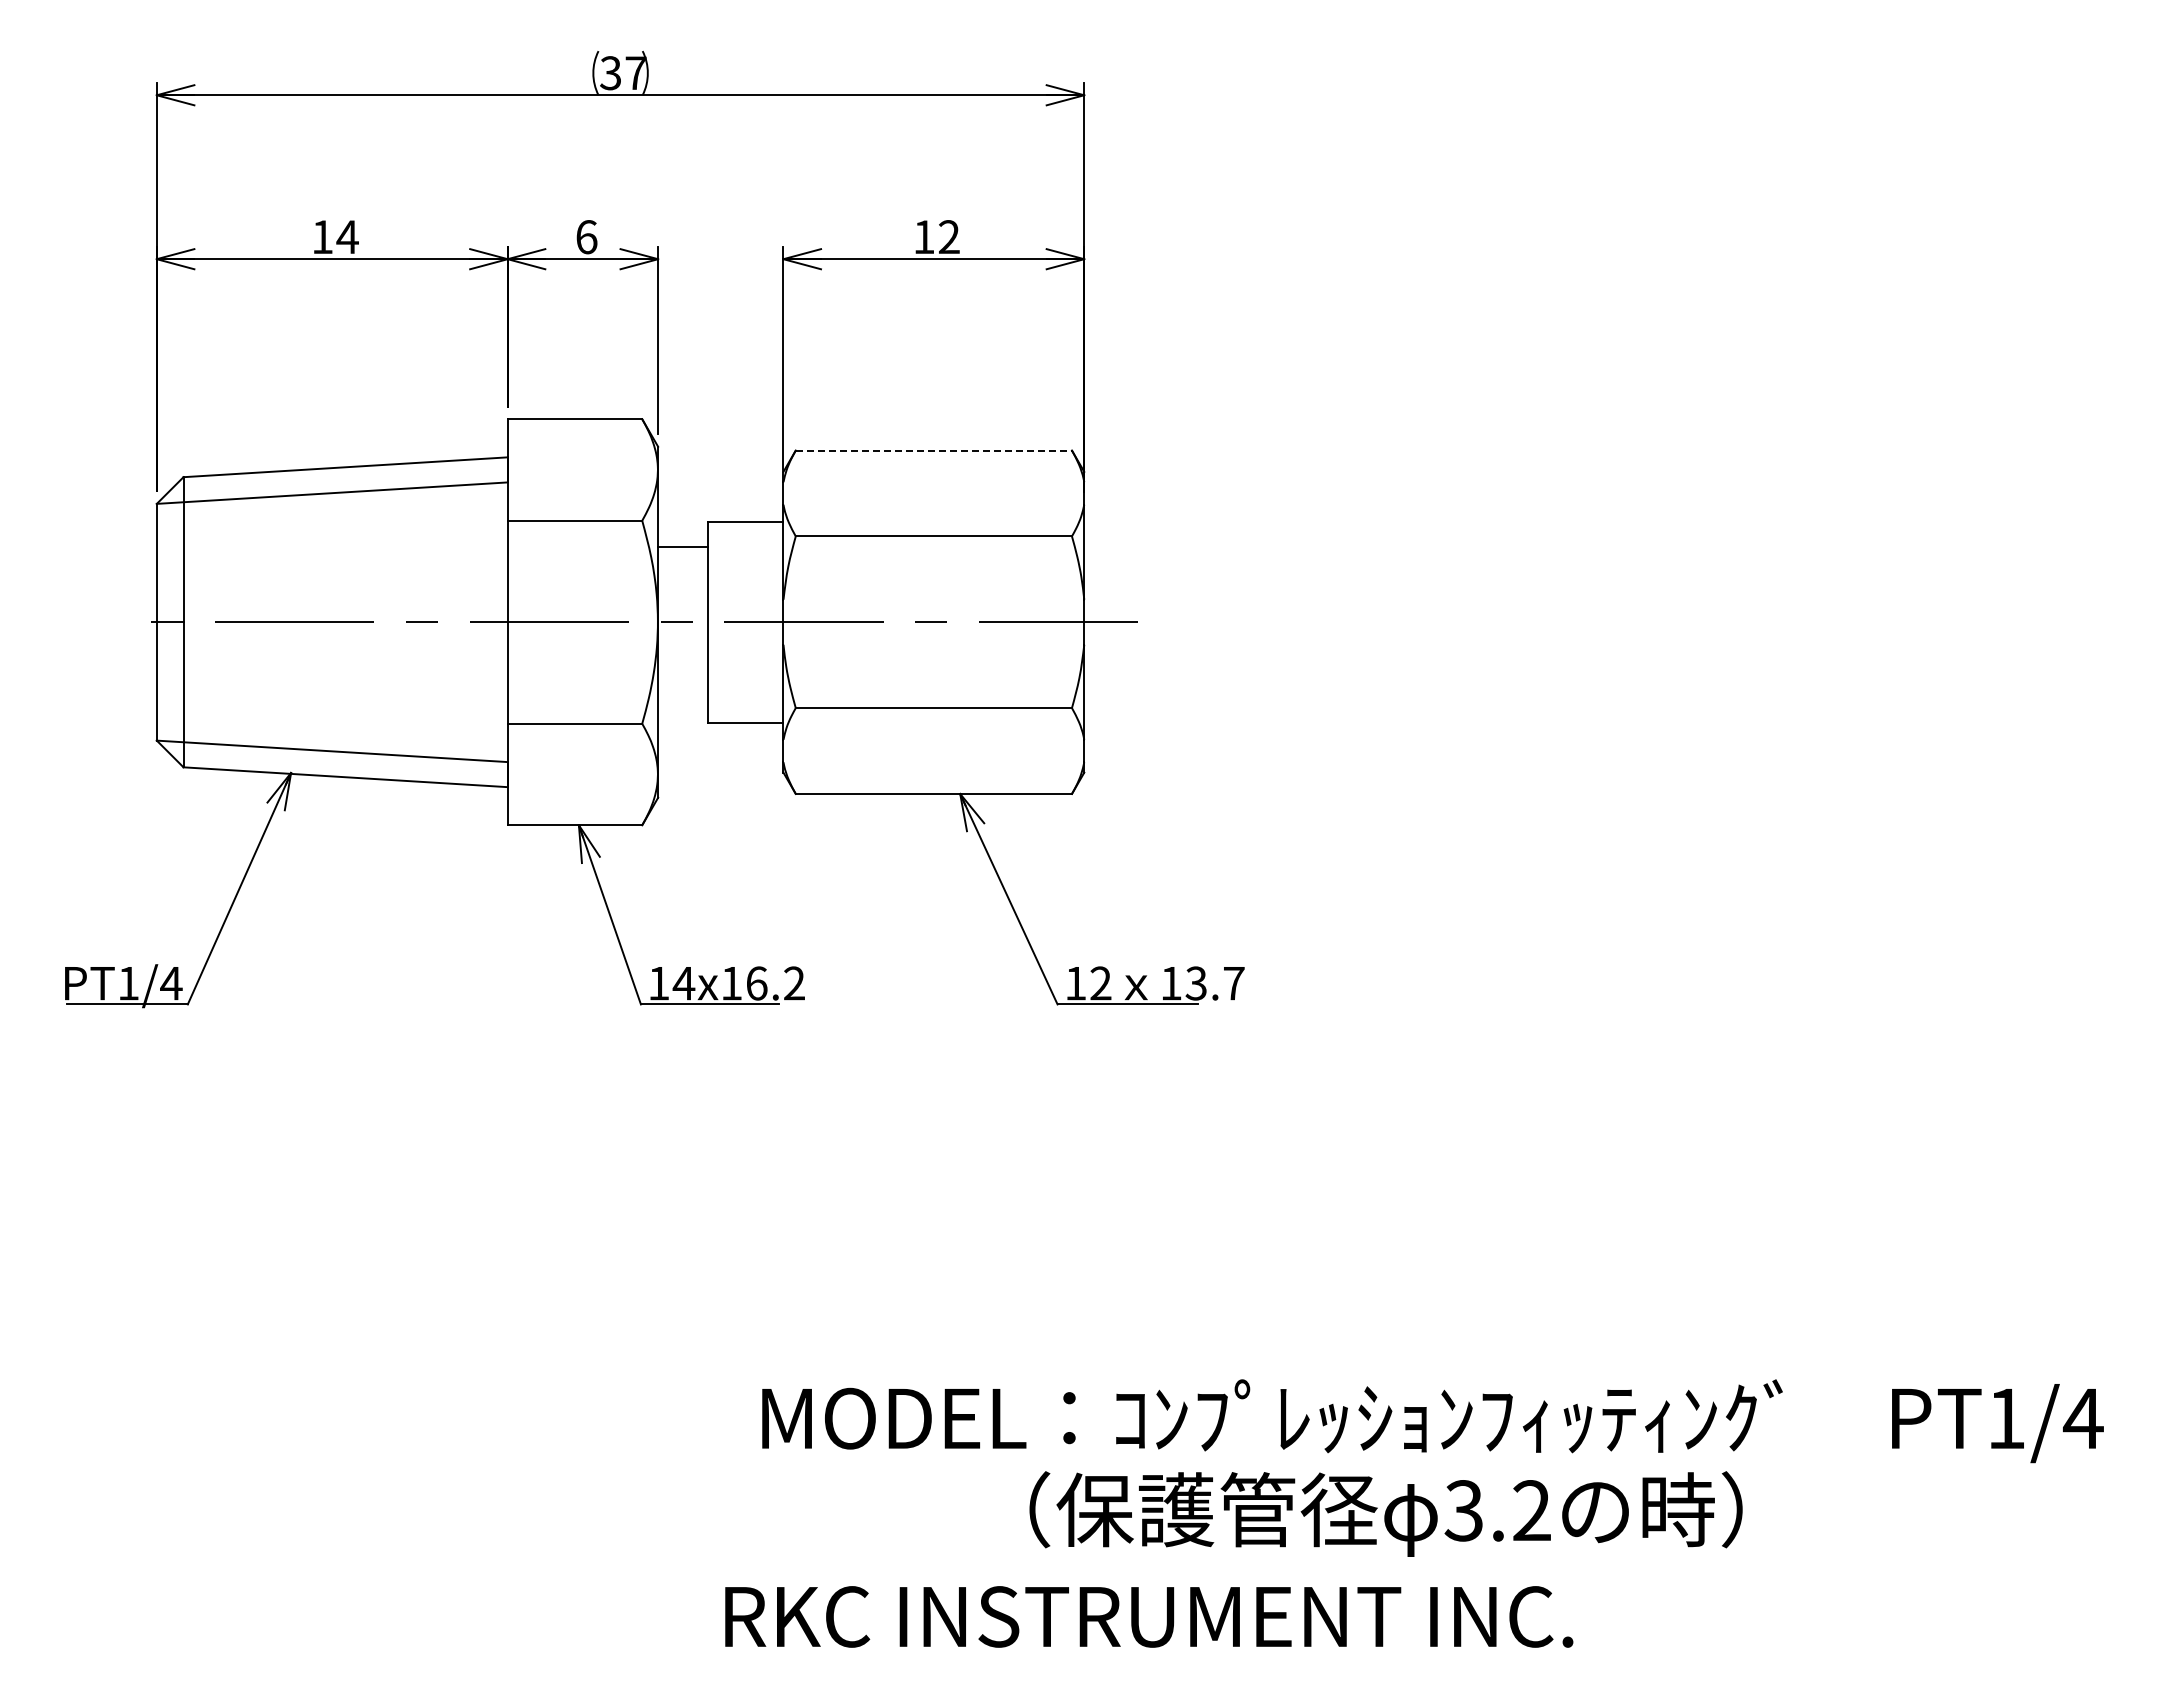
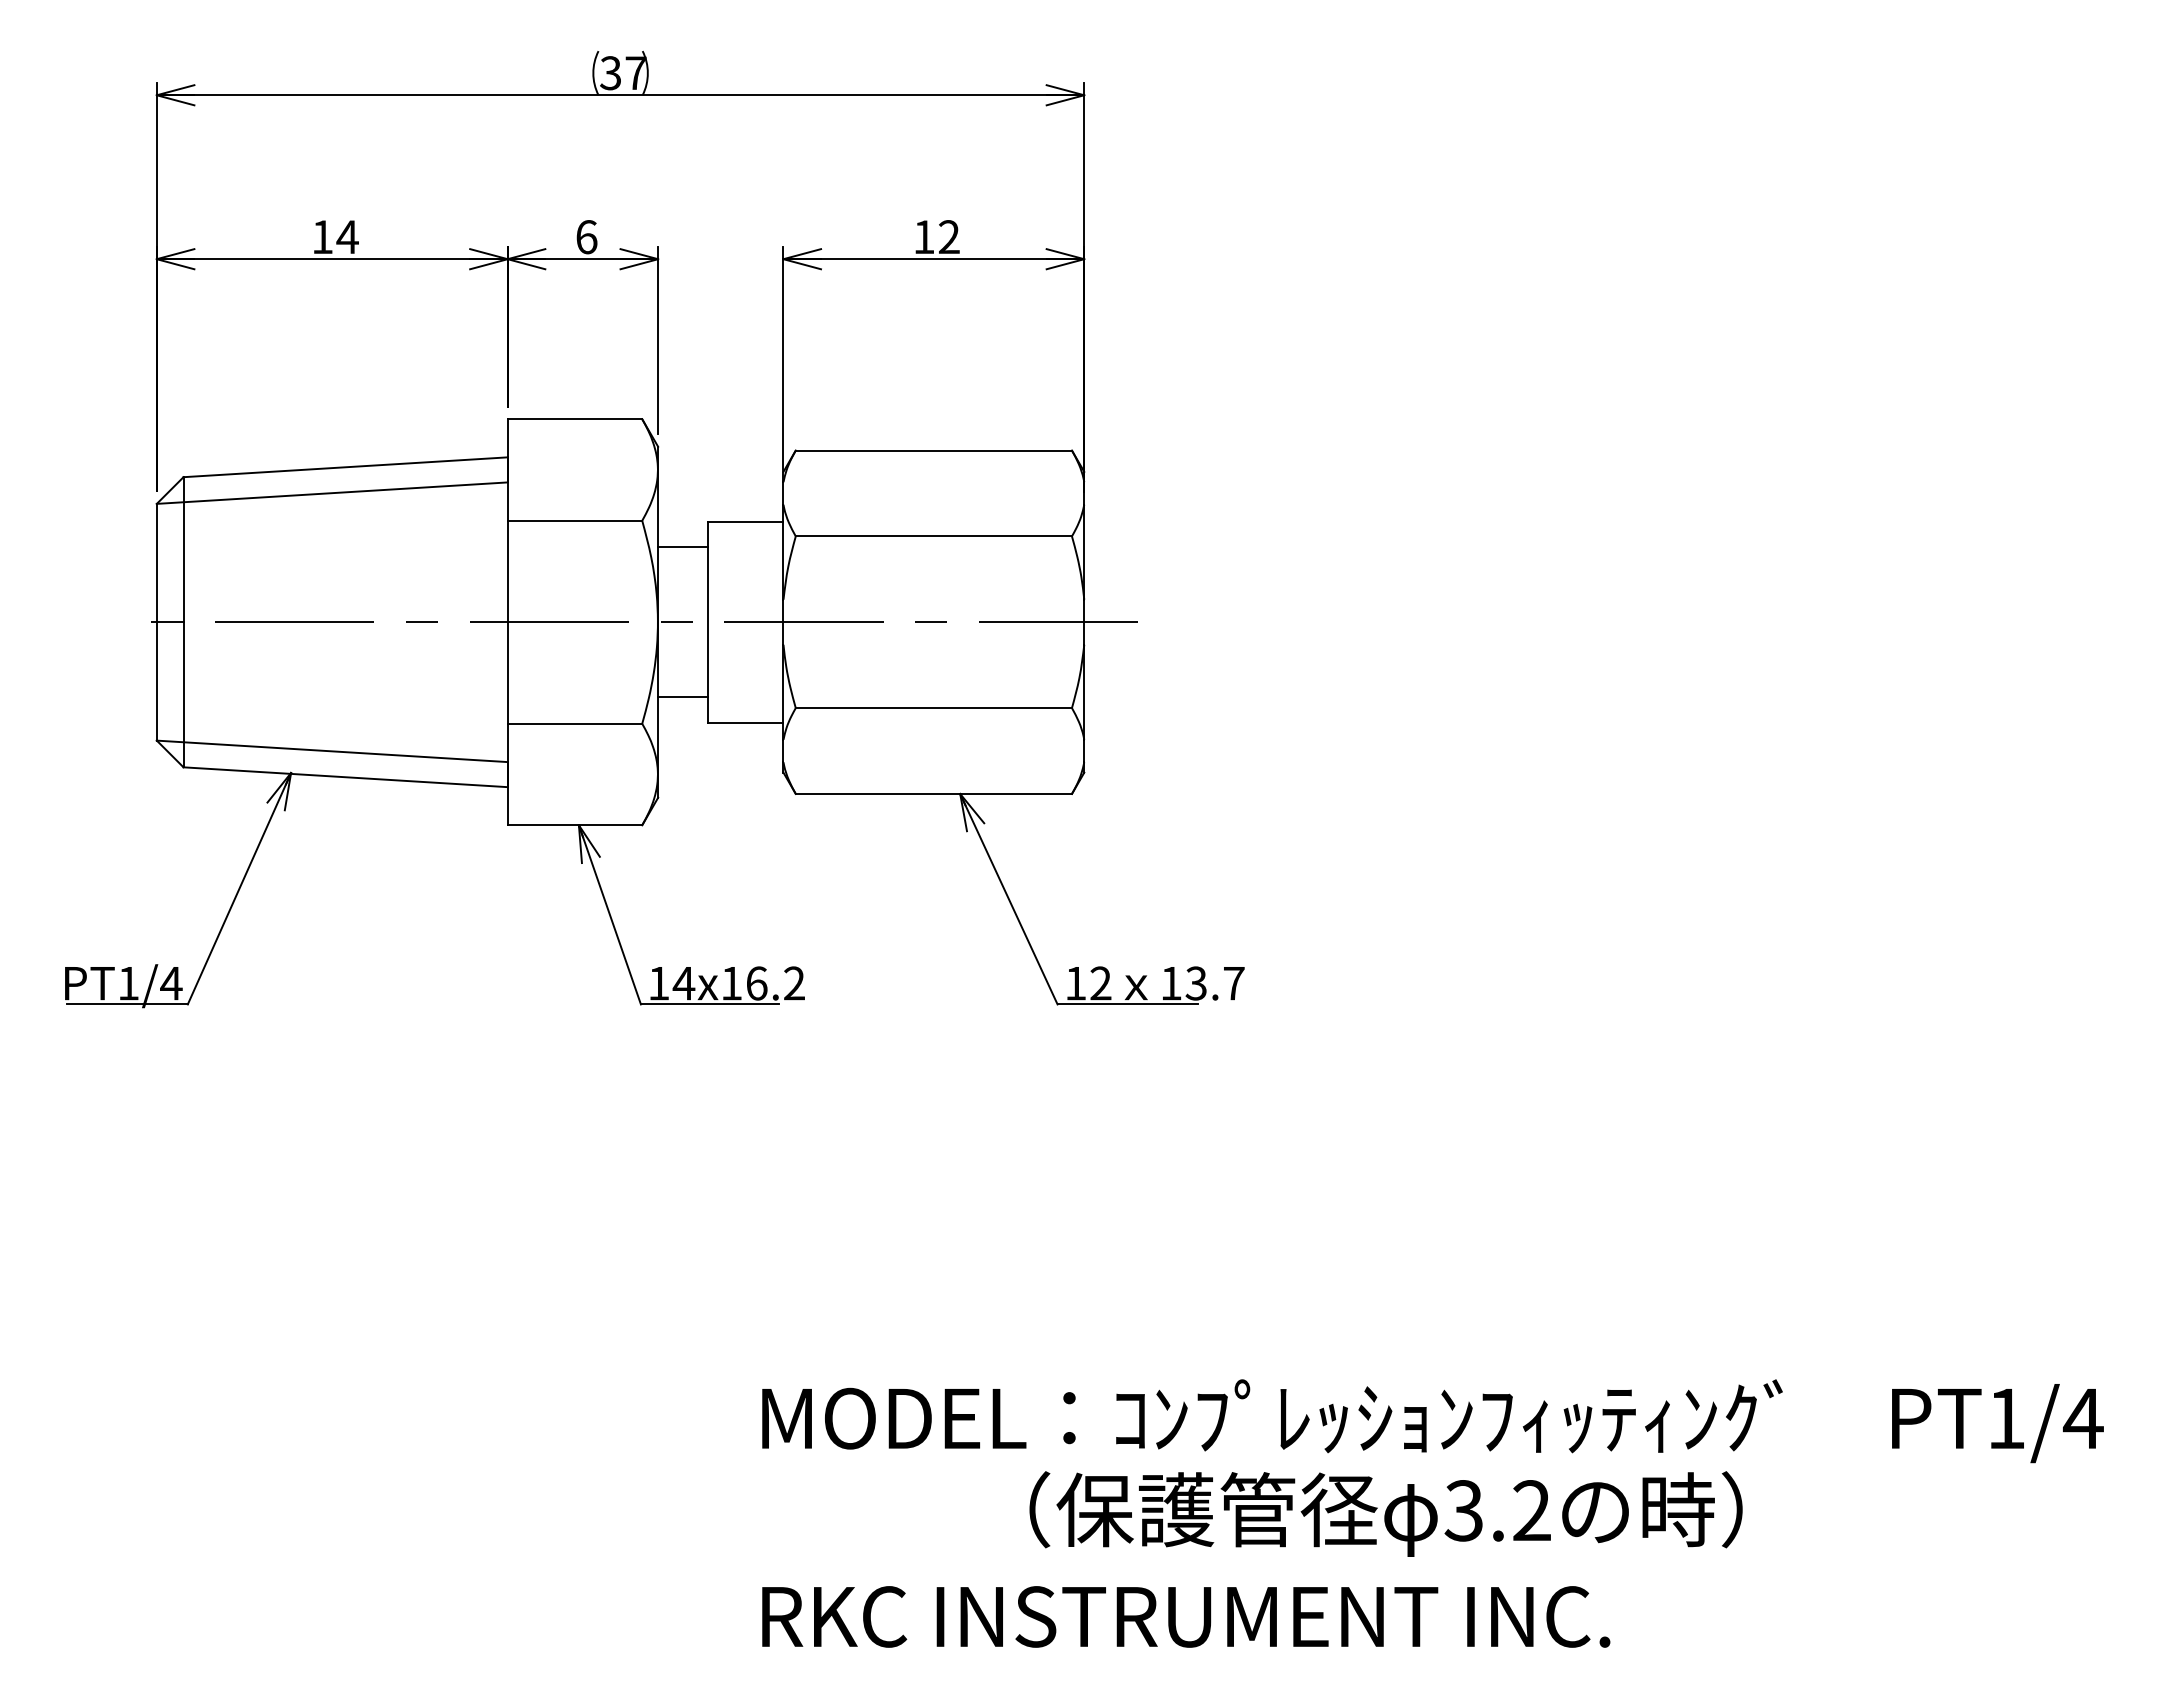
line at (934, 450): dashed -> solid
line at (683, 697): none -> present
text at (1149, 1616) position: (1149, 1616) -> (1186, 1616)
